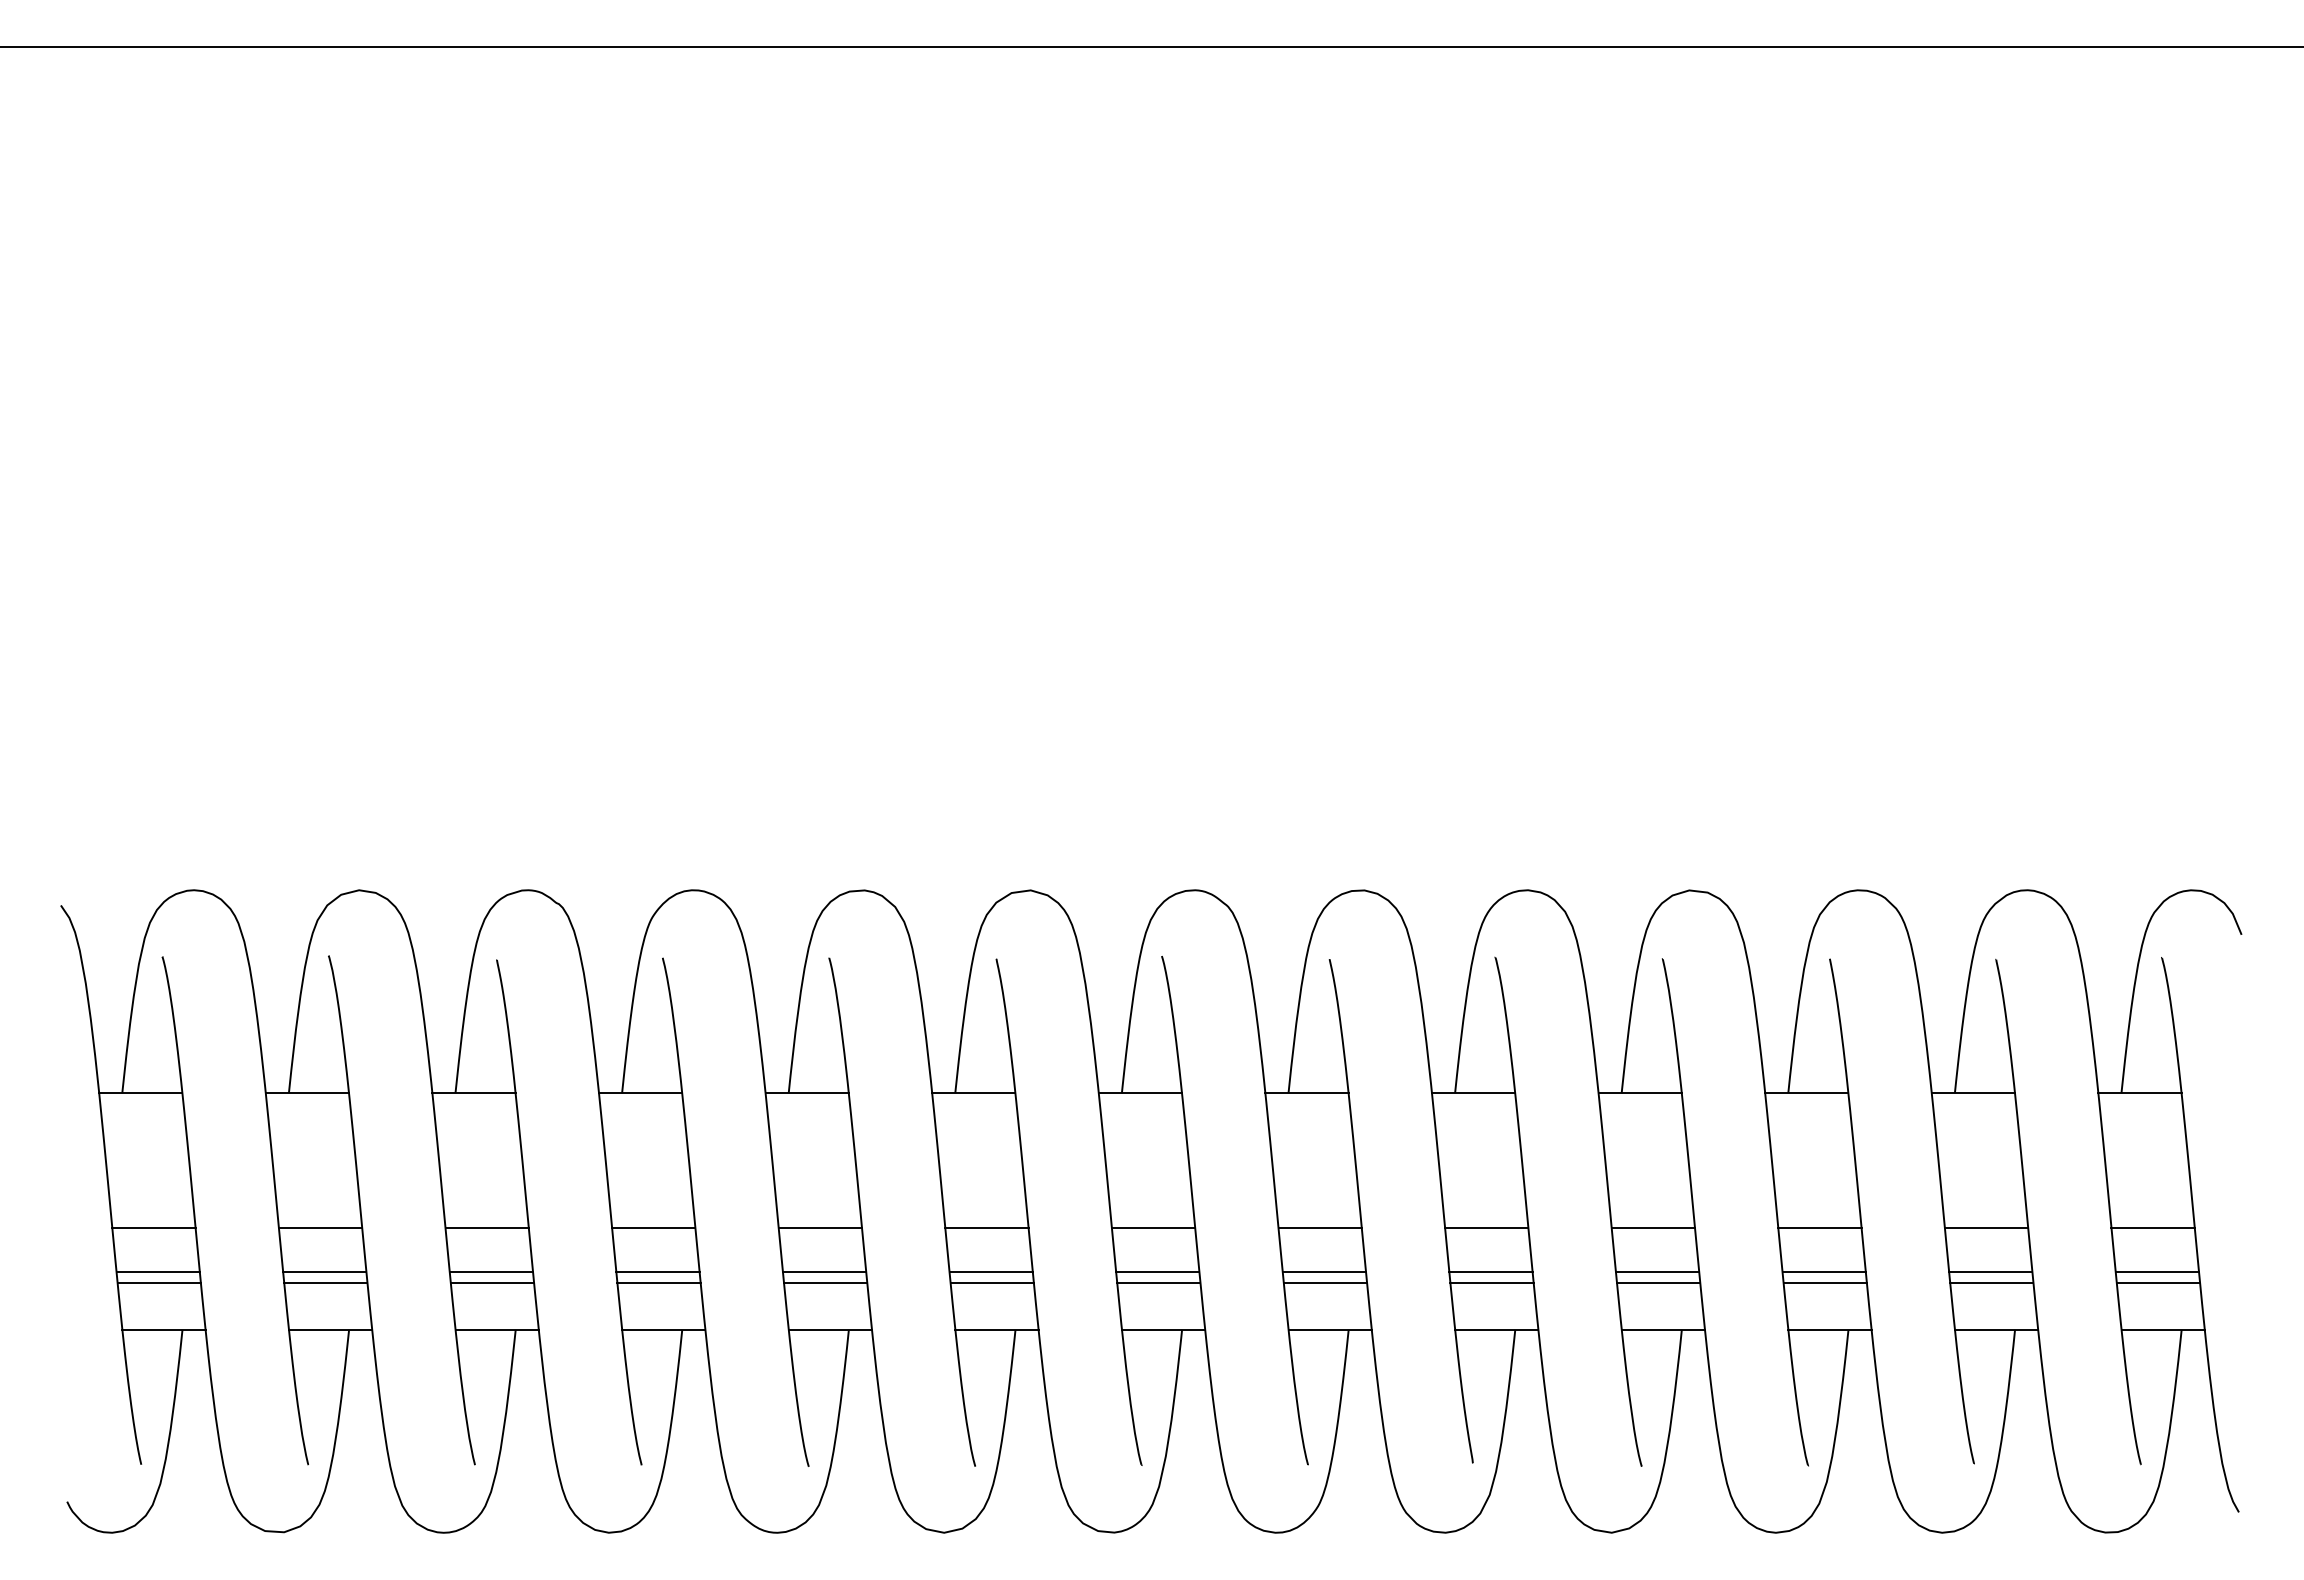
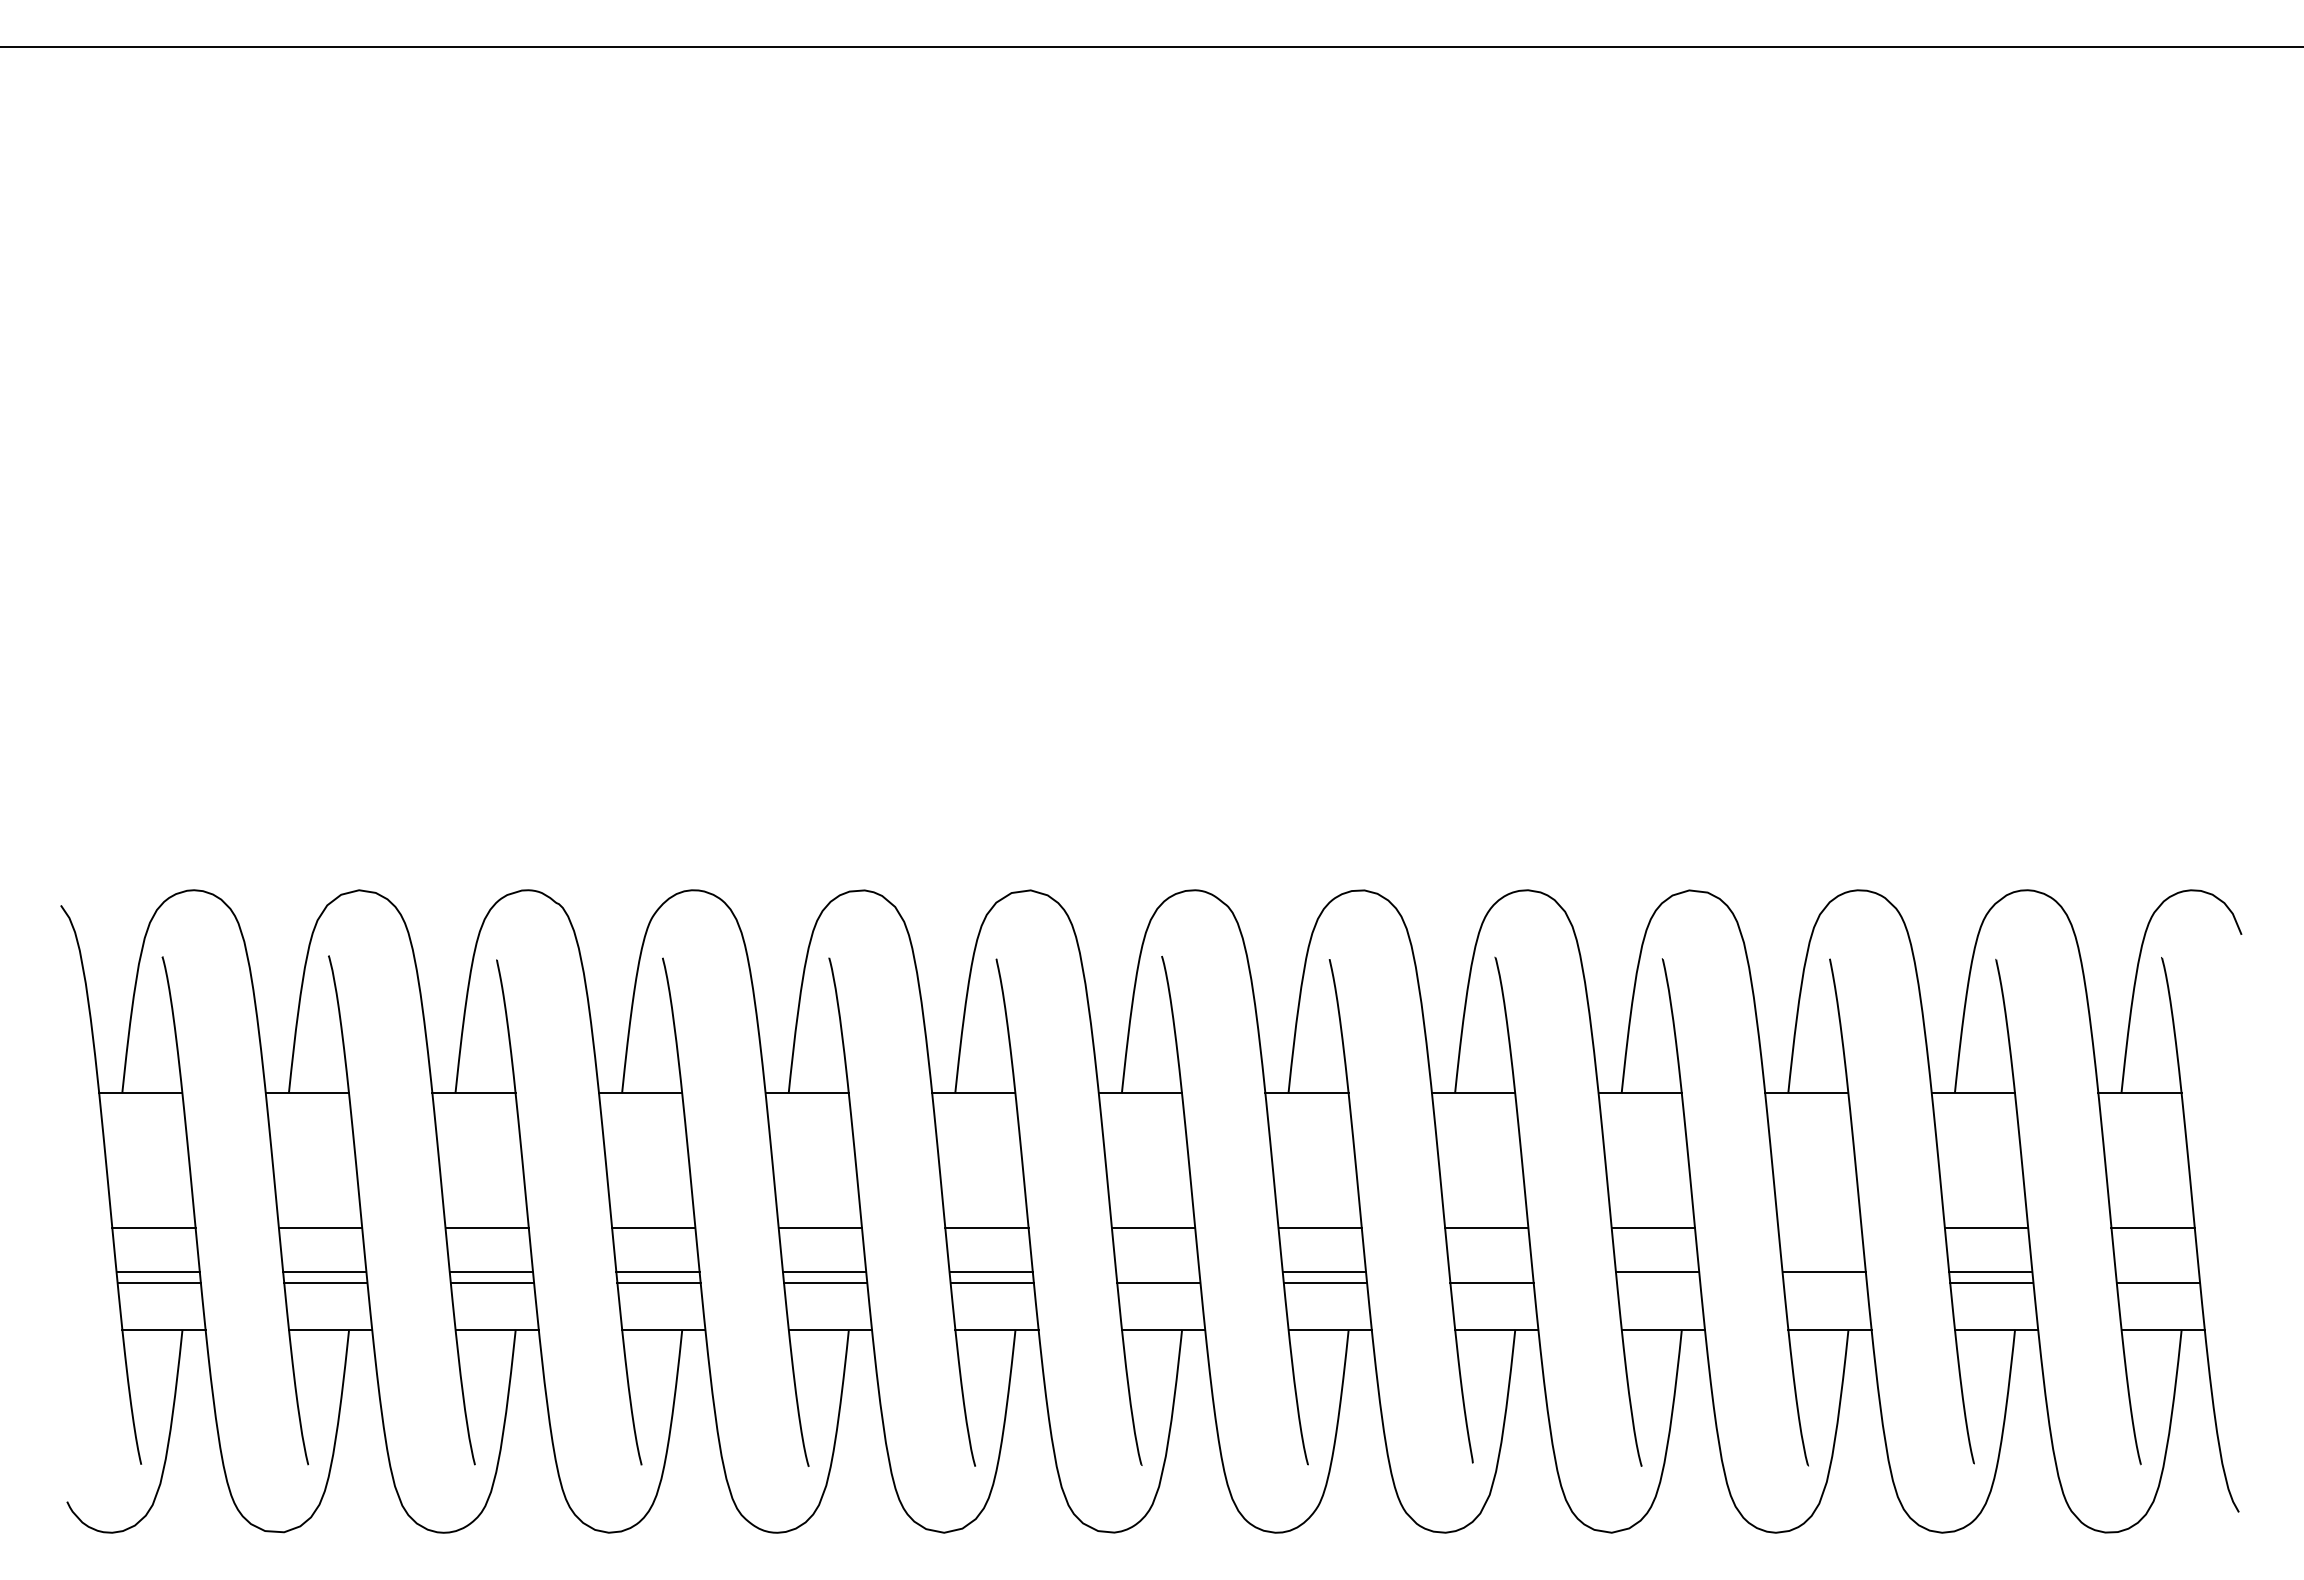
line at (1819, 1227): present -> none
line at (1157, 1271): present -> none
line at (1490, 1271): present -> none
line at (2156, 1271): present -> none
line at (1658, 1282): present -> none
line at (1824, 1282): present -> none
